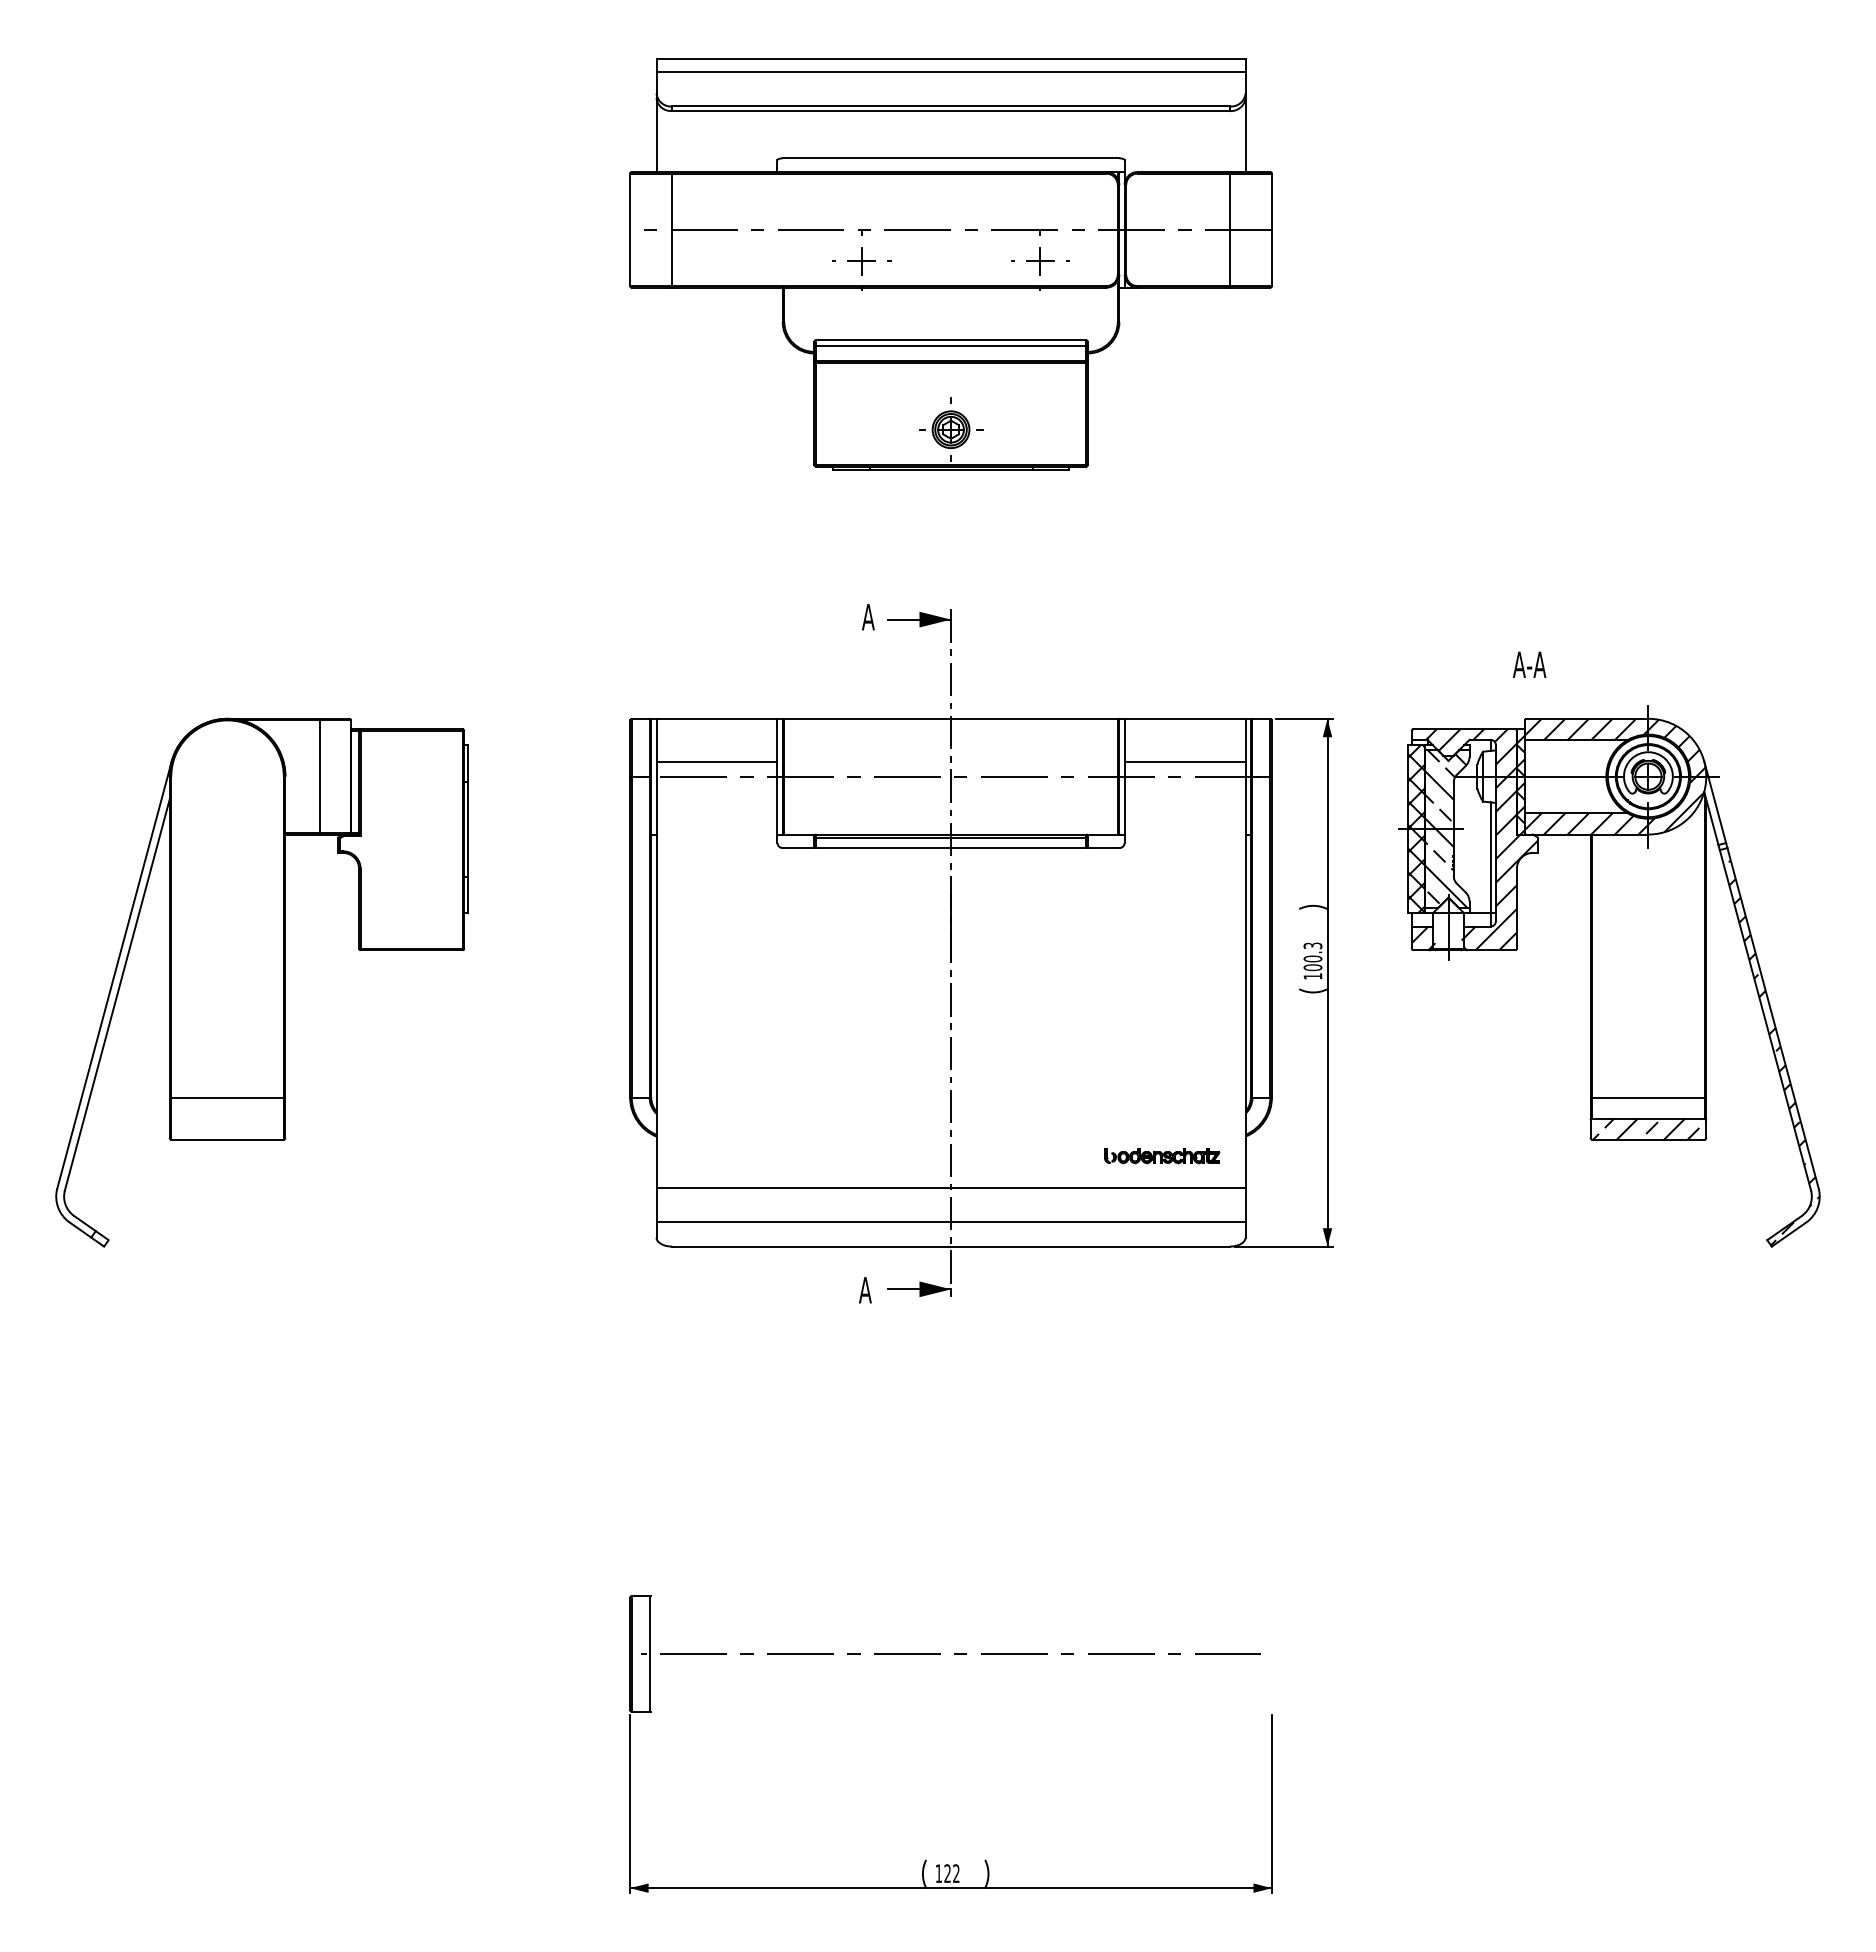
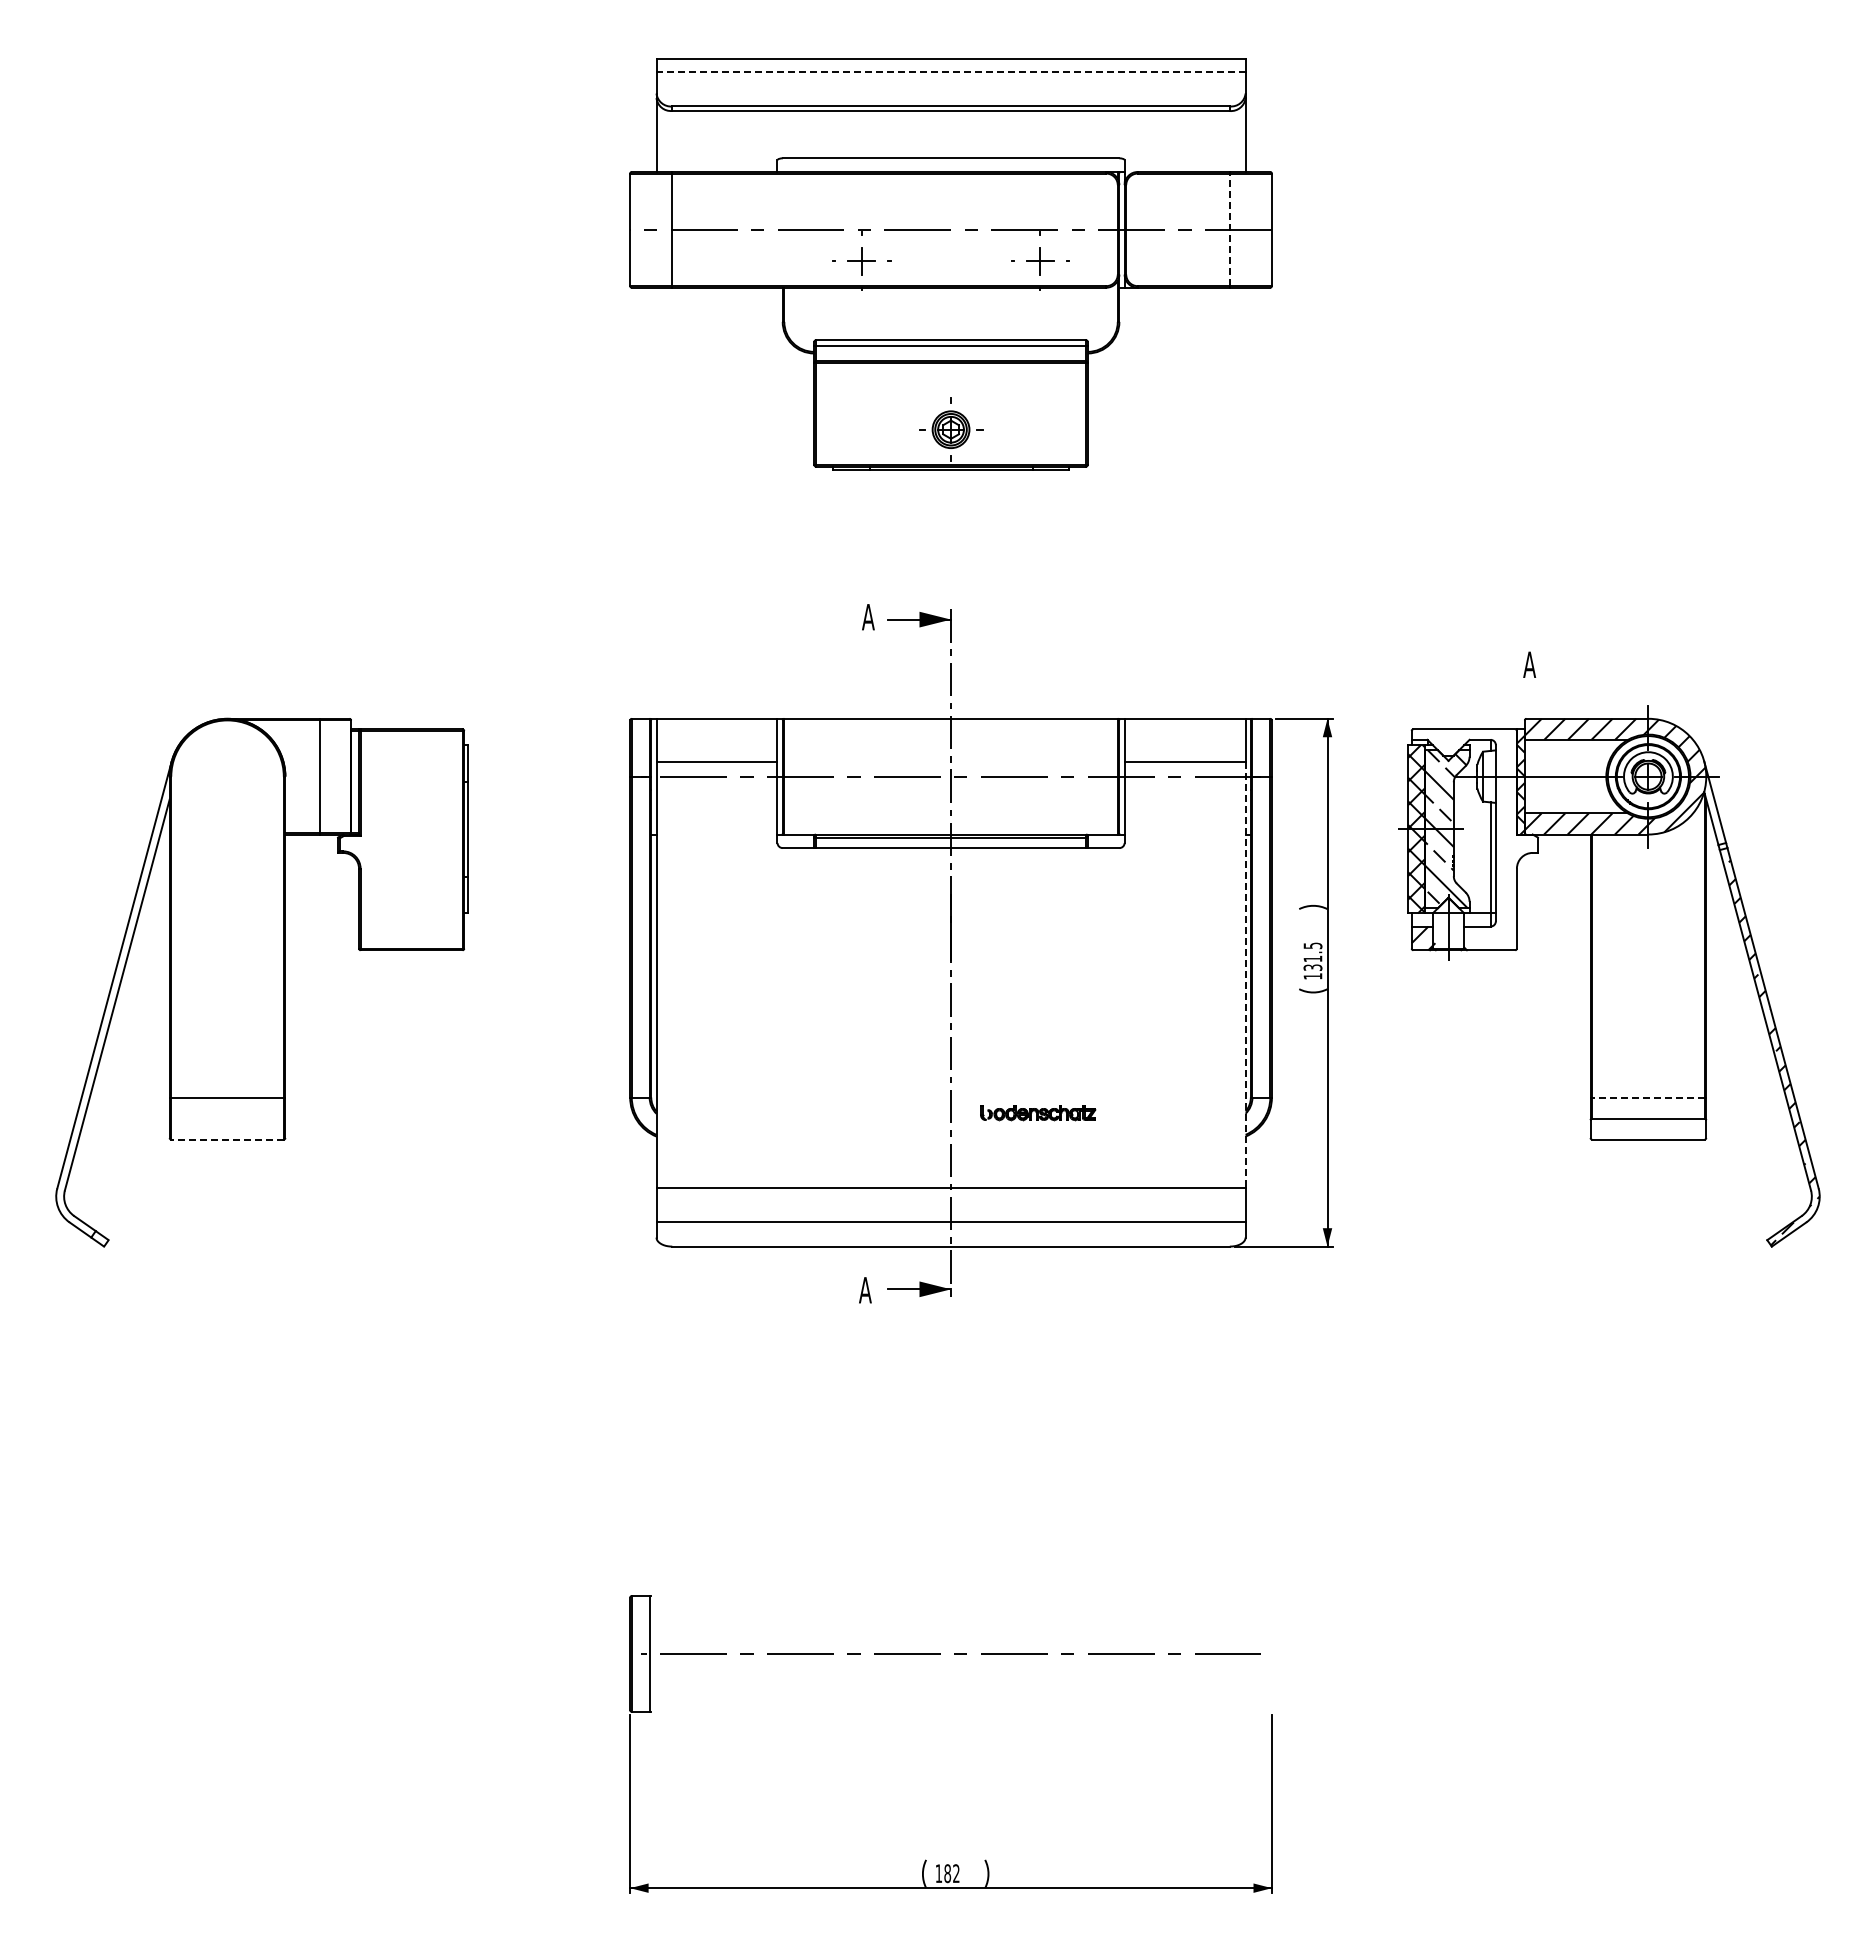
line at (951, 72): solid -> dashed
line at (1229, 229): solid -> dashed
text at (1529, 664): A-A -> A
hatch at (1474, 839): present -> none
text at (1312, 956): 100.3 -> 131.5
line at (1245, 975): solid -> dashed
line at (1647, 1097): solid -> dashed
hatch at (1649, 1128): present -> none
line at (227, 1139): solid -> dashed
part at (1162, 1156) position: (1162, 1156) -> (1038, 1113)
text at (947, 1873): 122 -> 182
